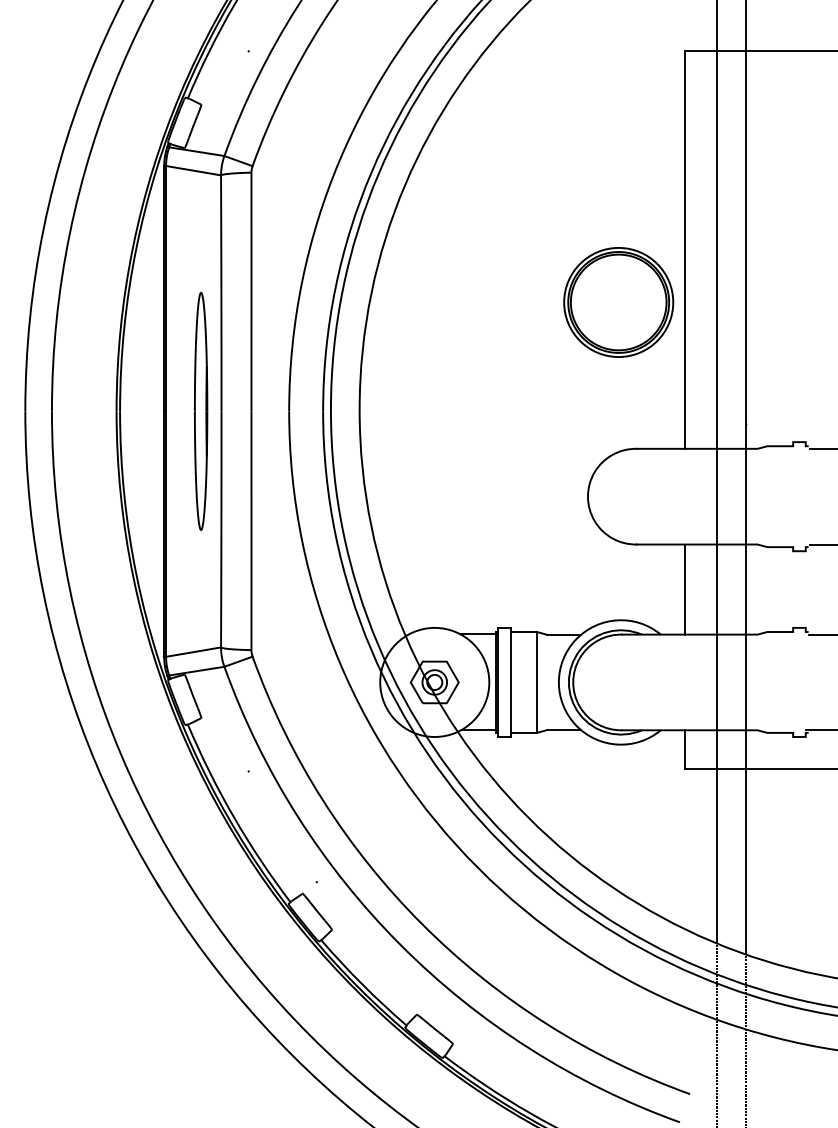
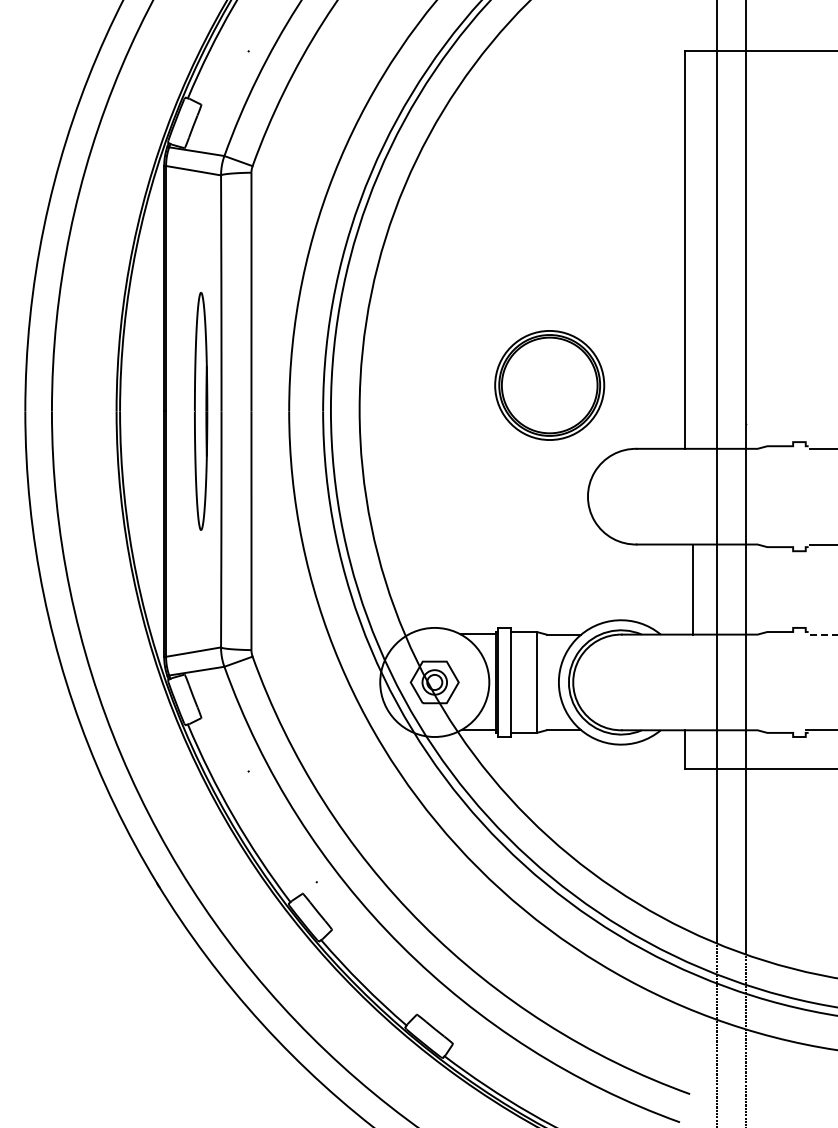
part at (618, 302) position: (618, 302) -> (549, 385)
line at (684, 589) position: (684, 589) -> (692, 589)
line at (822, 634): solid -> dashed
